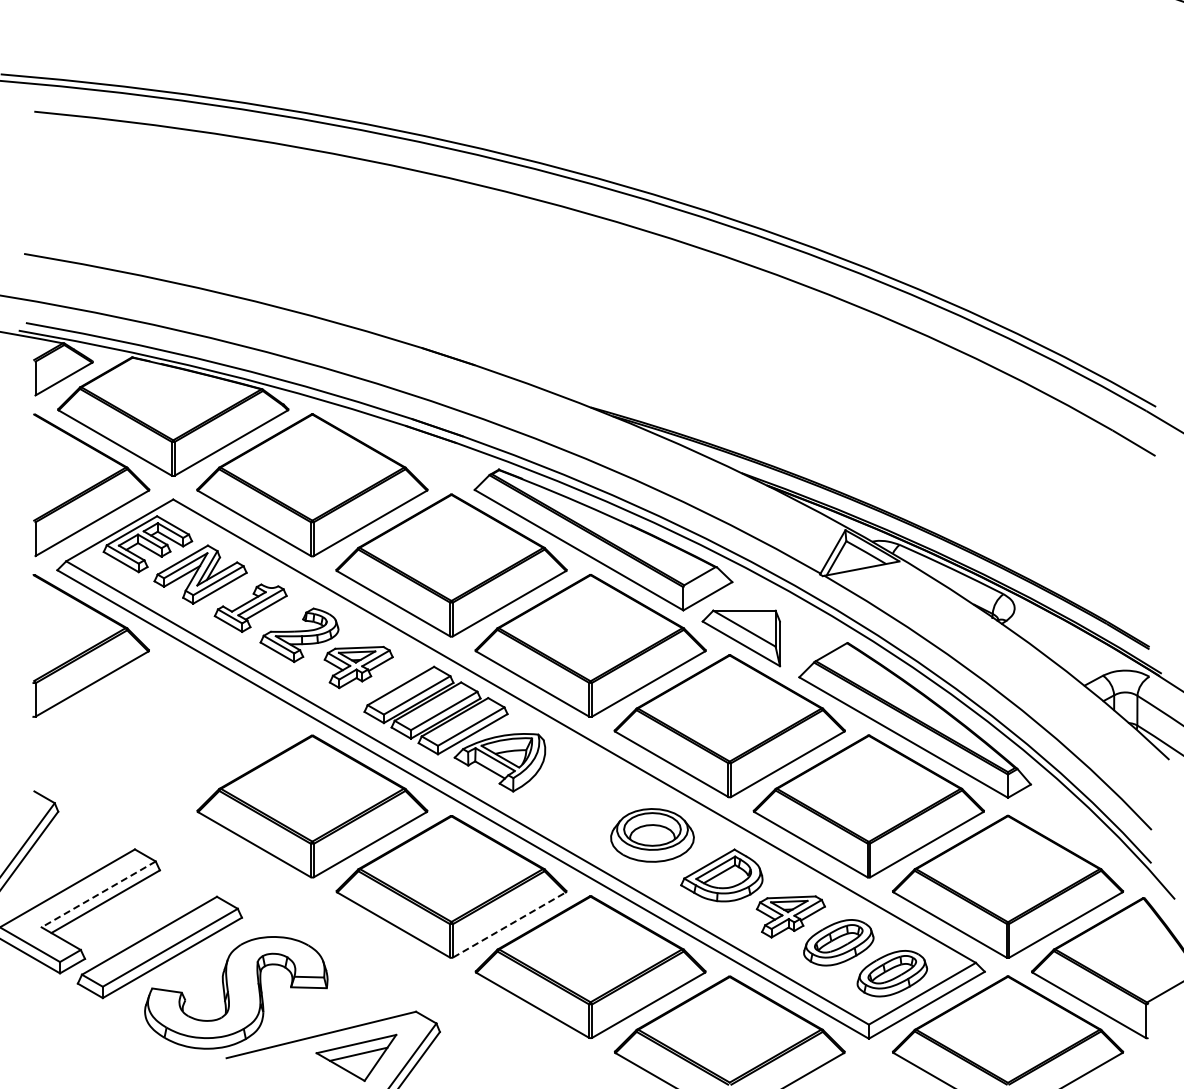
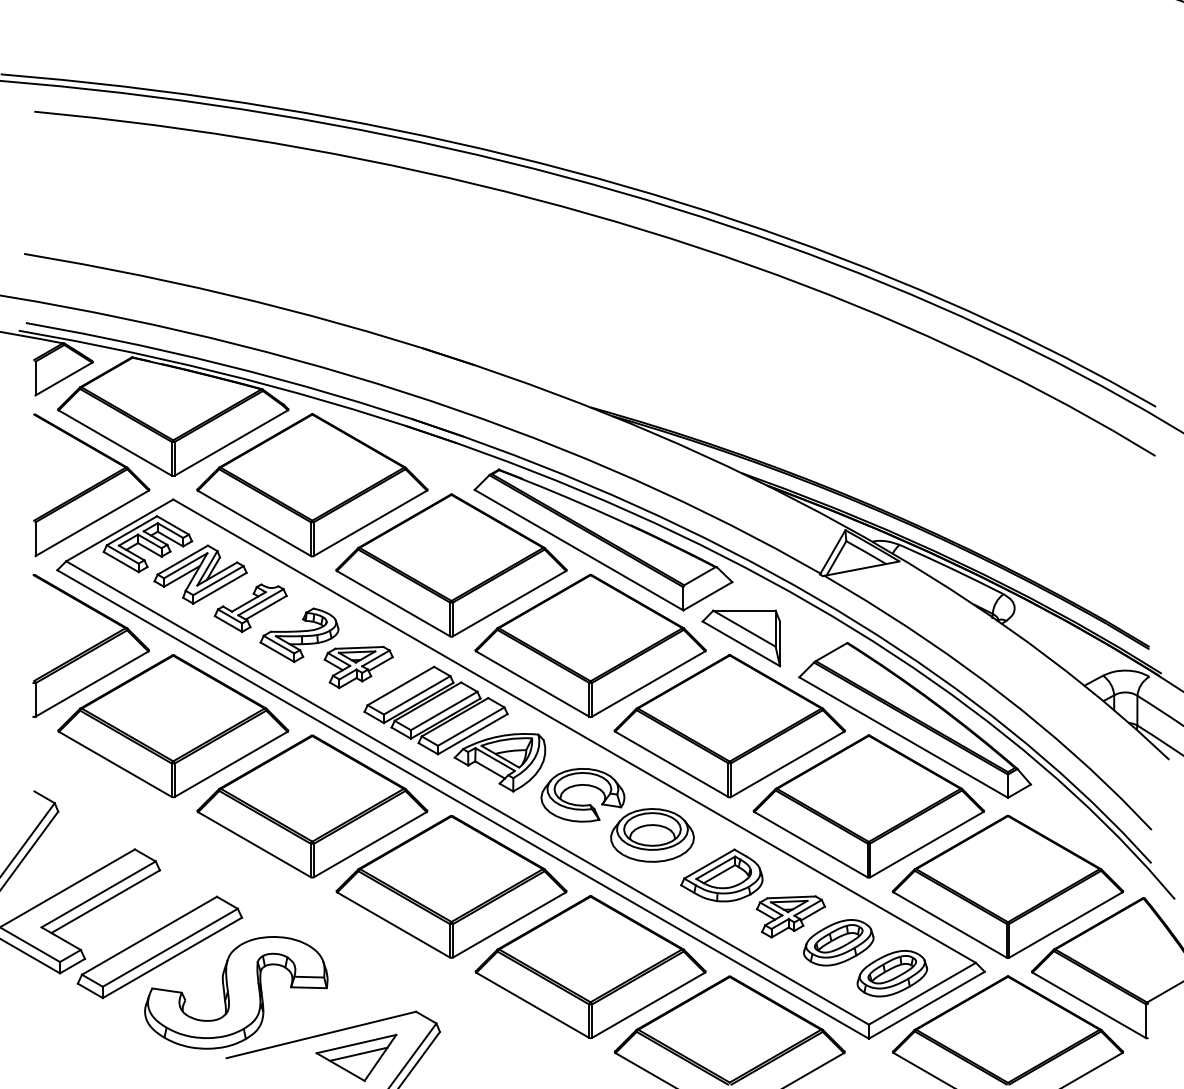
part at (173, 726): none -> present
part at (582, 804): none -> present
line at (98, 894): dashed -> solid
line at (509, 924): dashed -> solid
